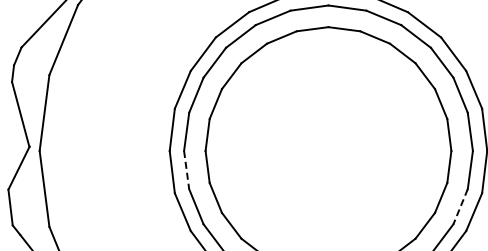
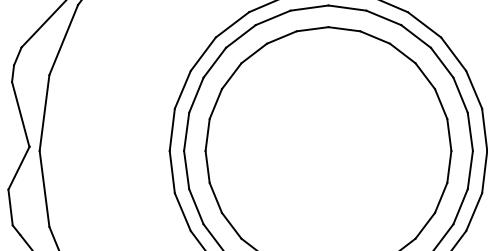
line at (186, 170): dashed -> solid
line at (460, 206): dashed -> solid
